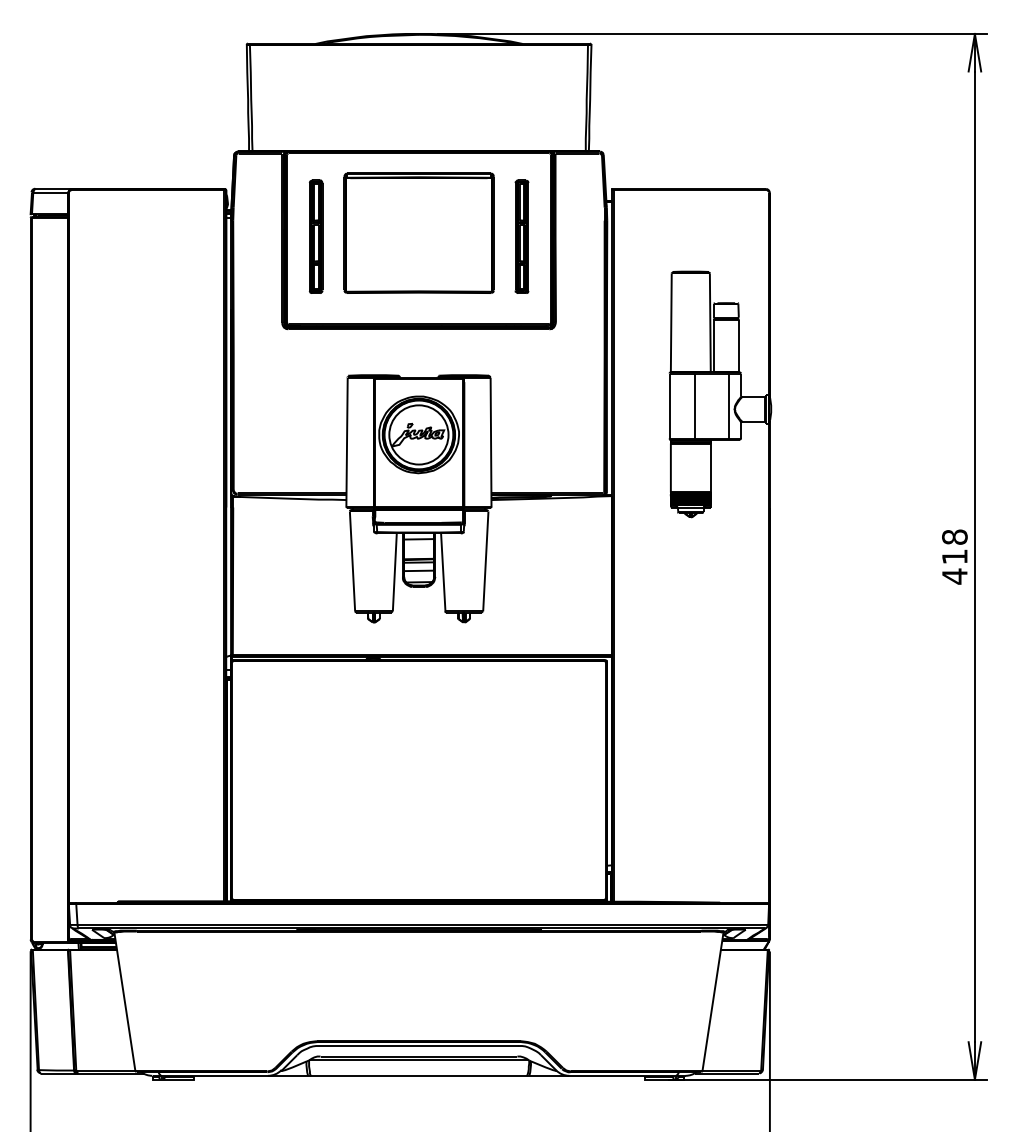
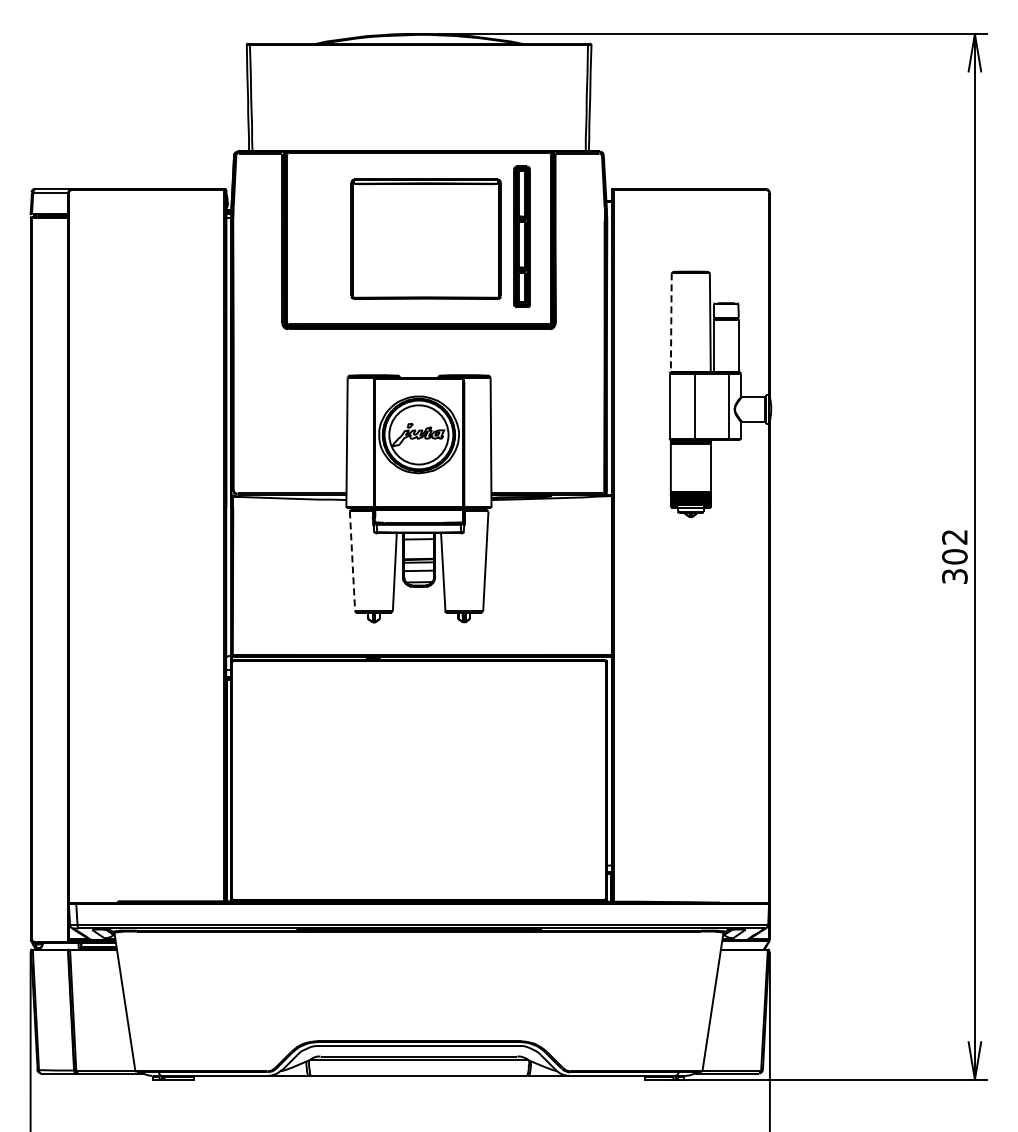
part at (418, 232) position: (418, 232) -> (425, 238)
part at (315, 236): present -> none
part at (521, 236) size: 16x115 px -> 18x144 px
line at (671, 323): solid -> dashed
text at (954, 556): 418 -> 302
line at (352, 561): solid -> dashed
